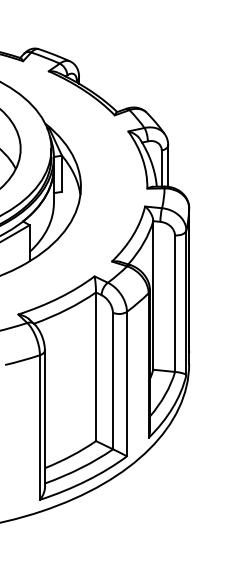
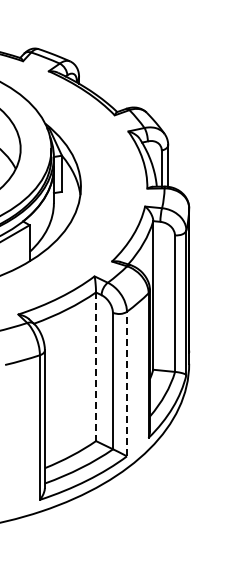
line at (96, 367): solid -> dashed
line at (126, 383): solid -> dashed
